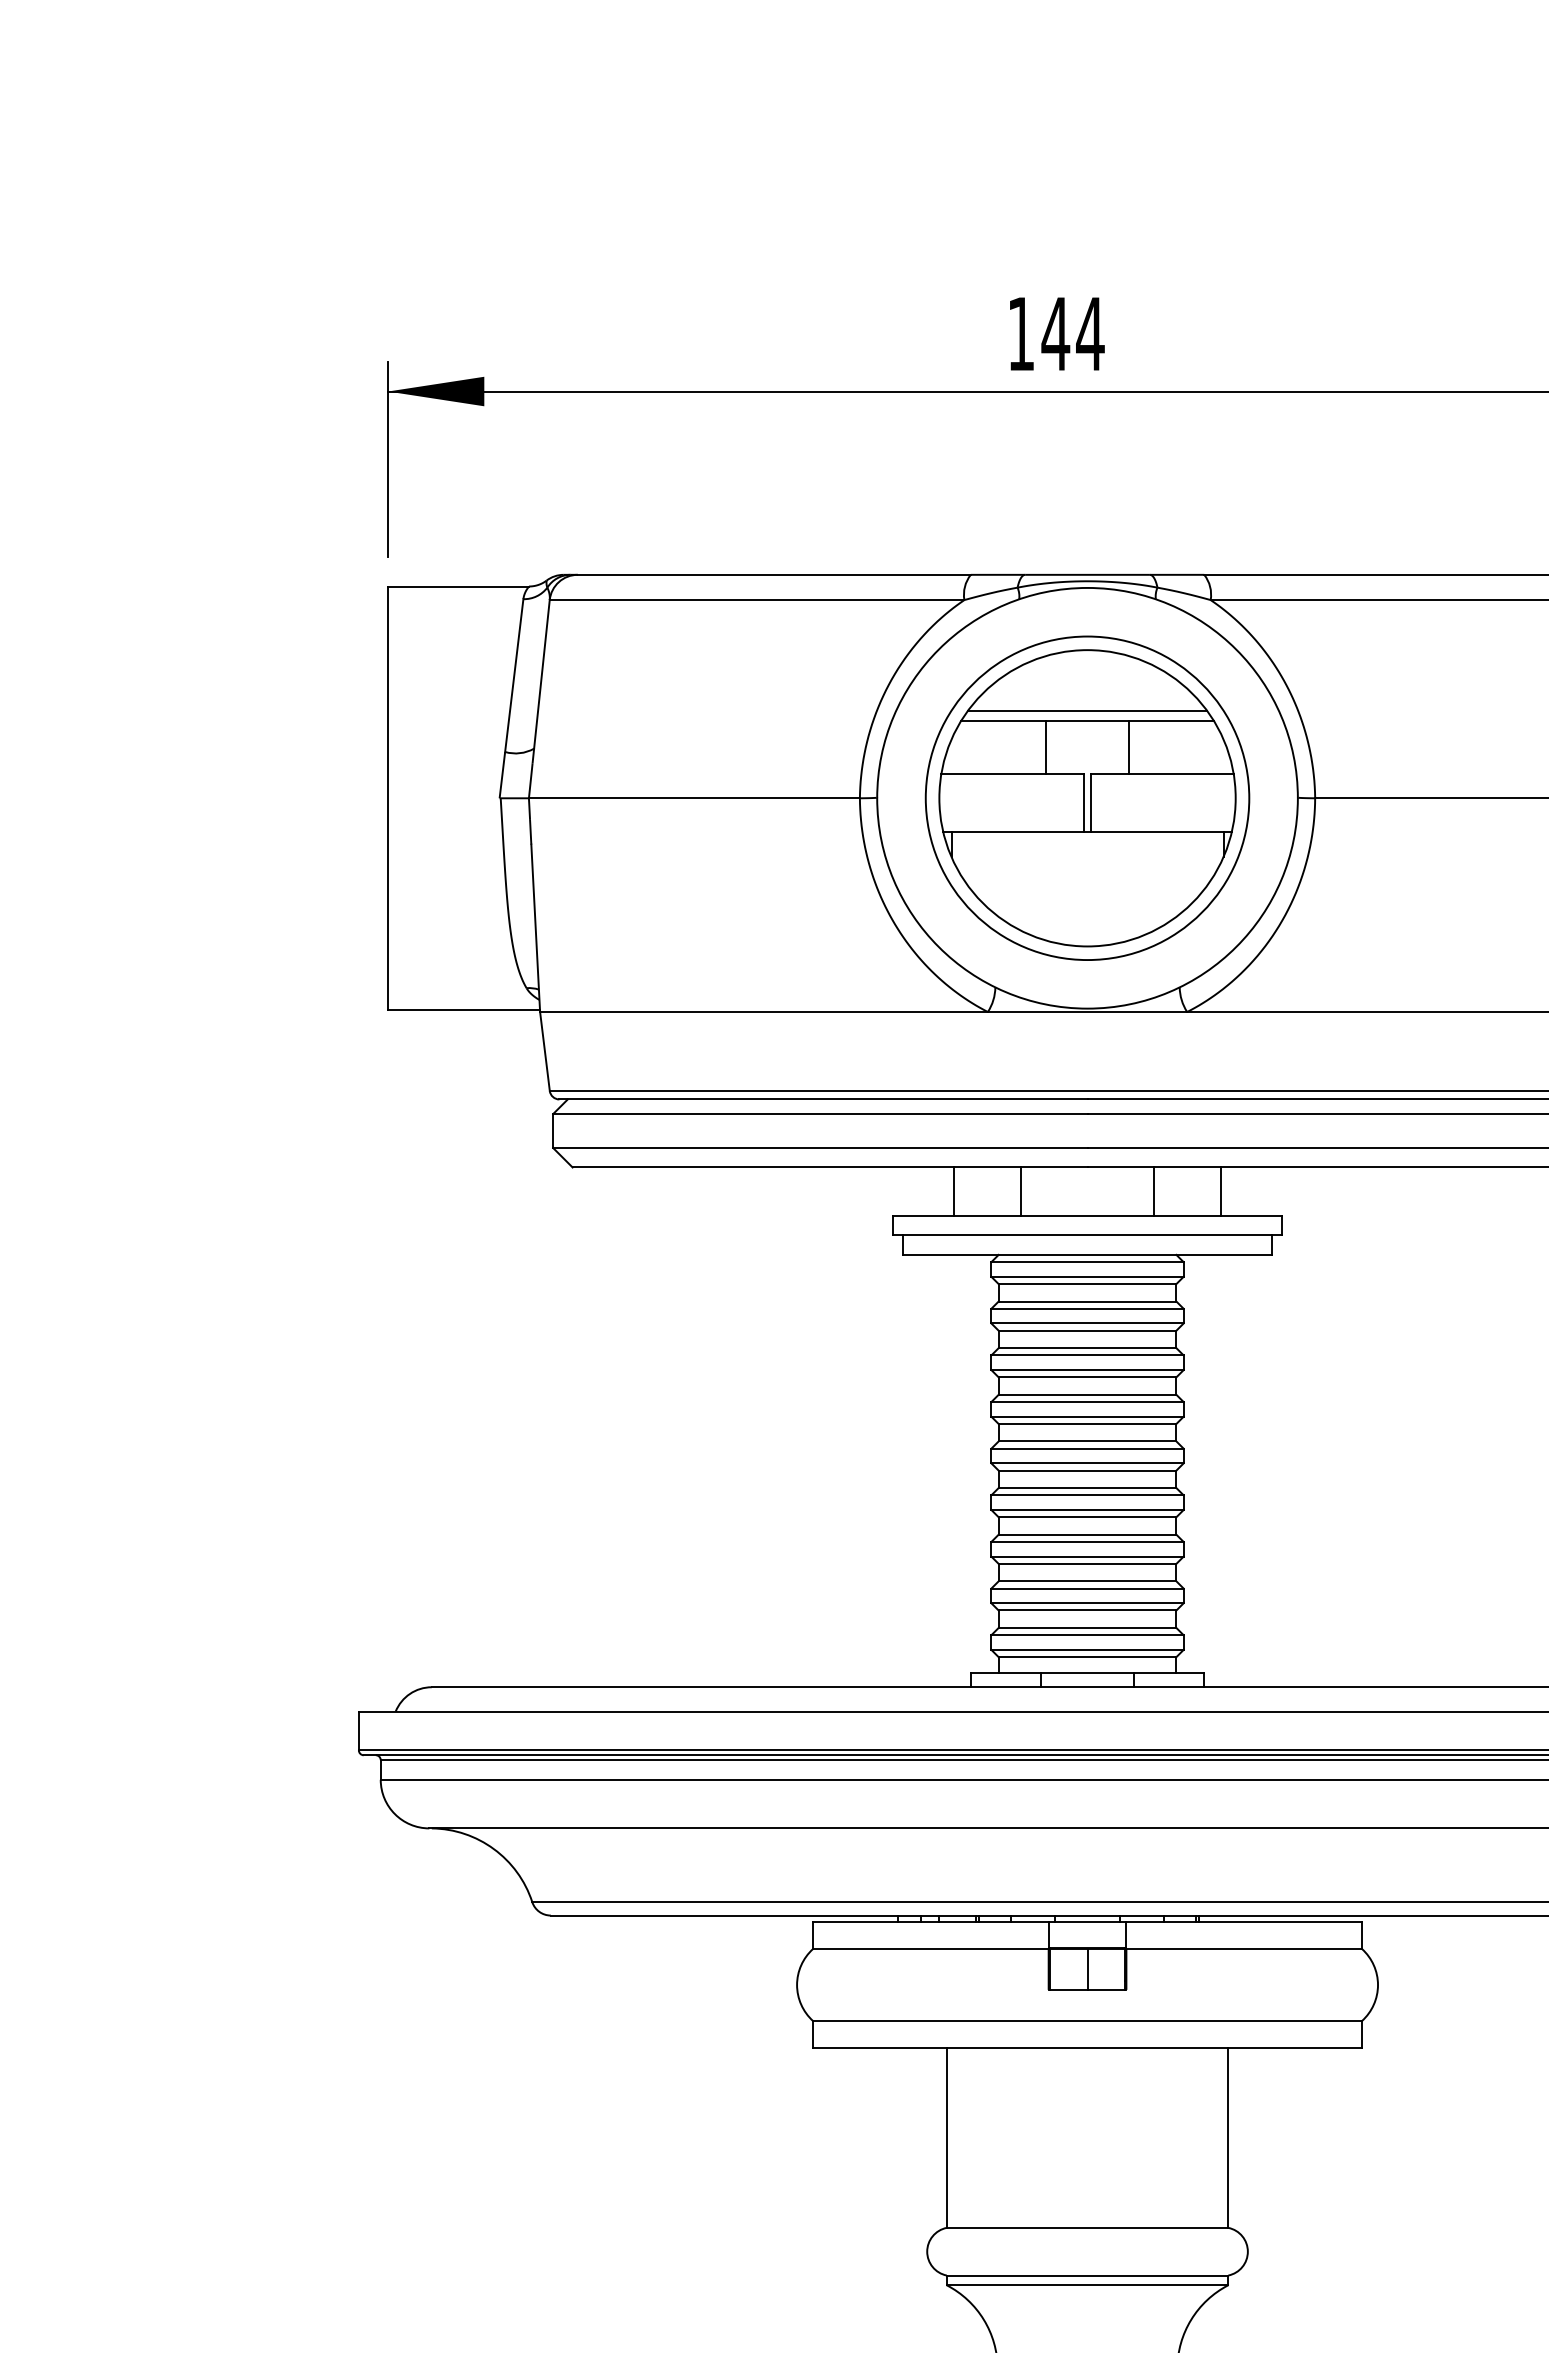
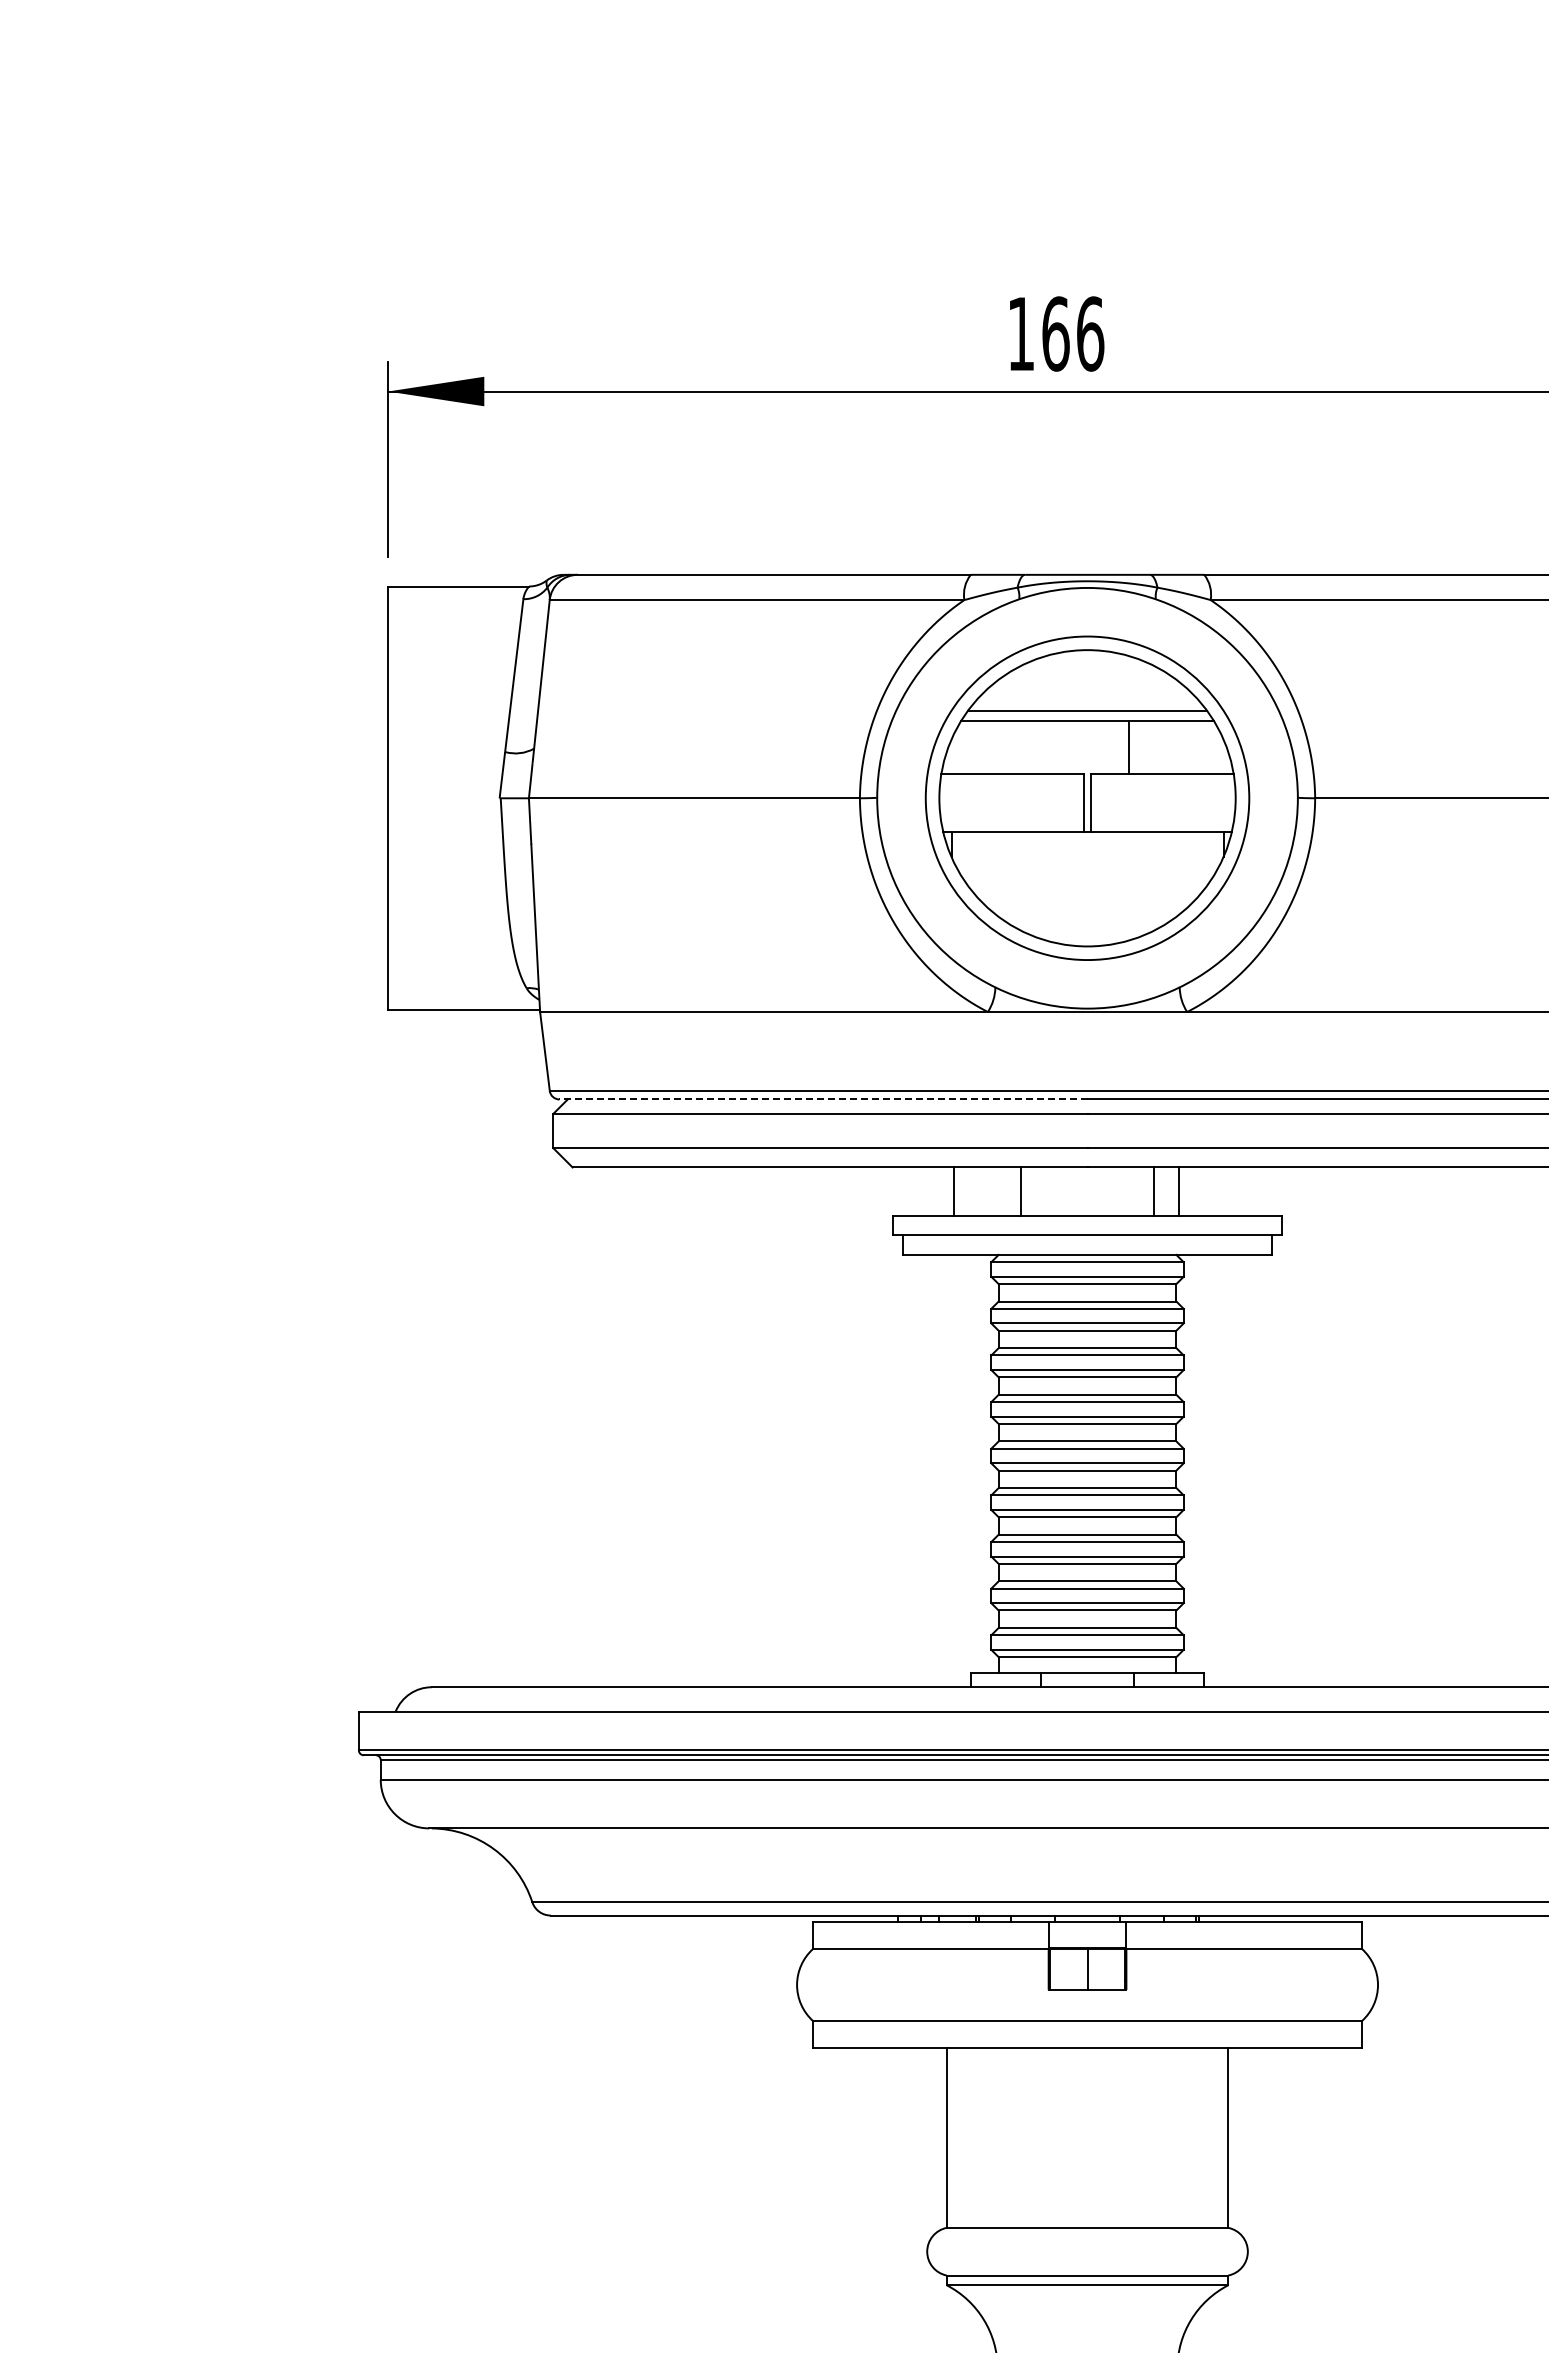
text at (1072, 333): 144 -> 166
line at (1046, 747): present -> none
line at (822, 1099): solid -> dashed
line at (1221, 1191) position: (1221, 1191) -> (1179, 1191)
